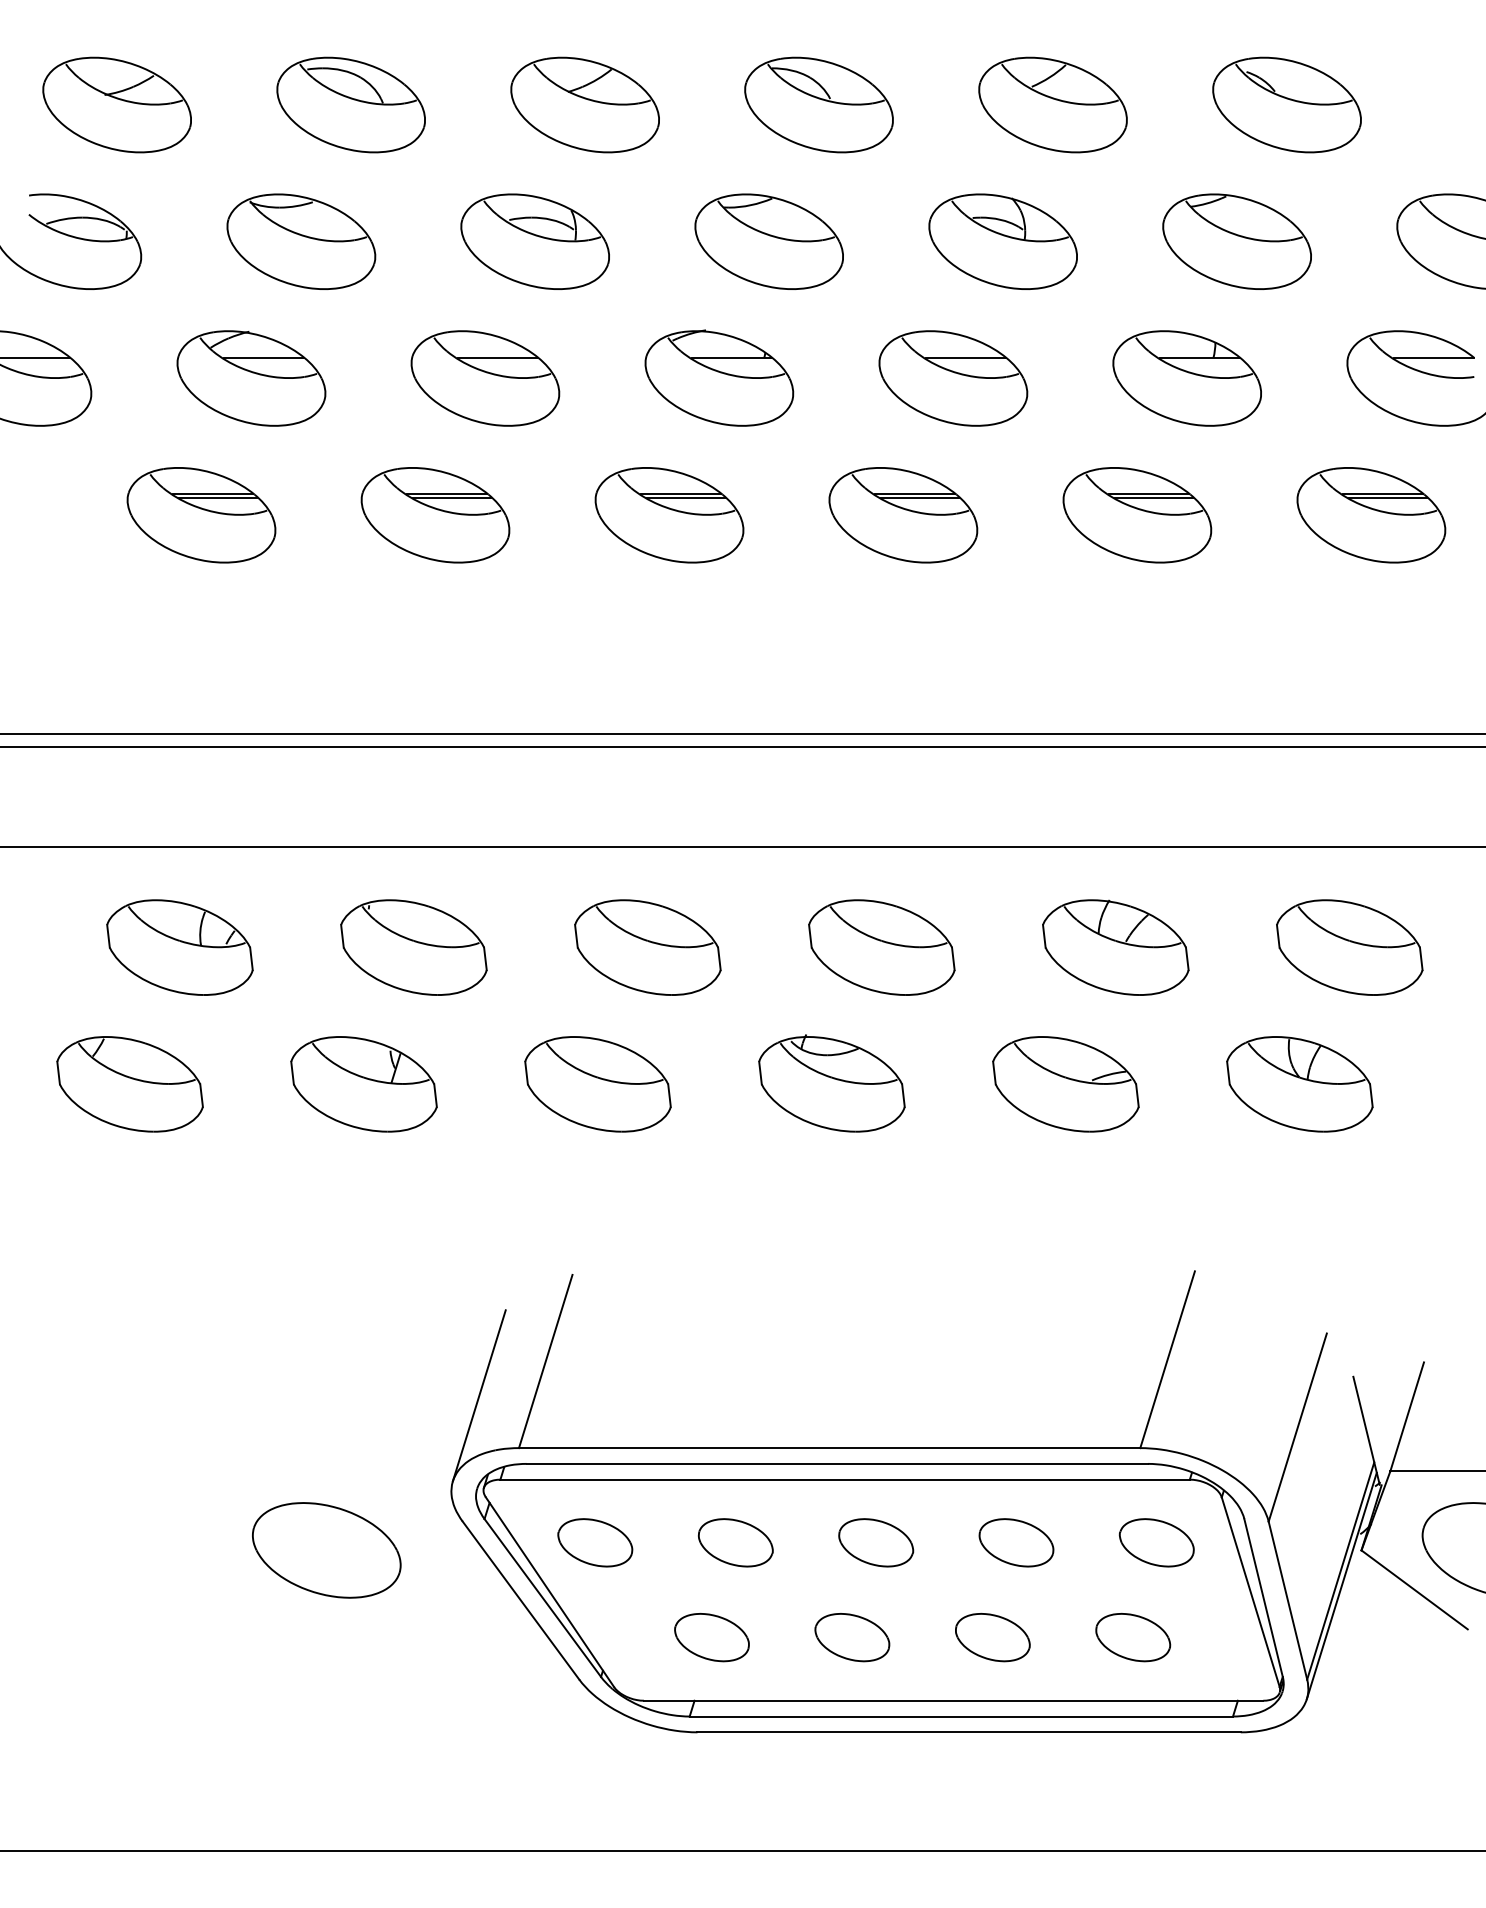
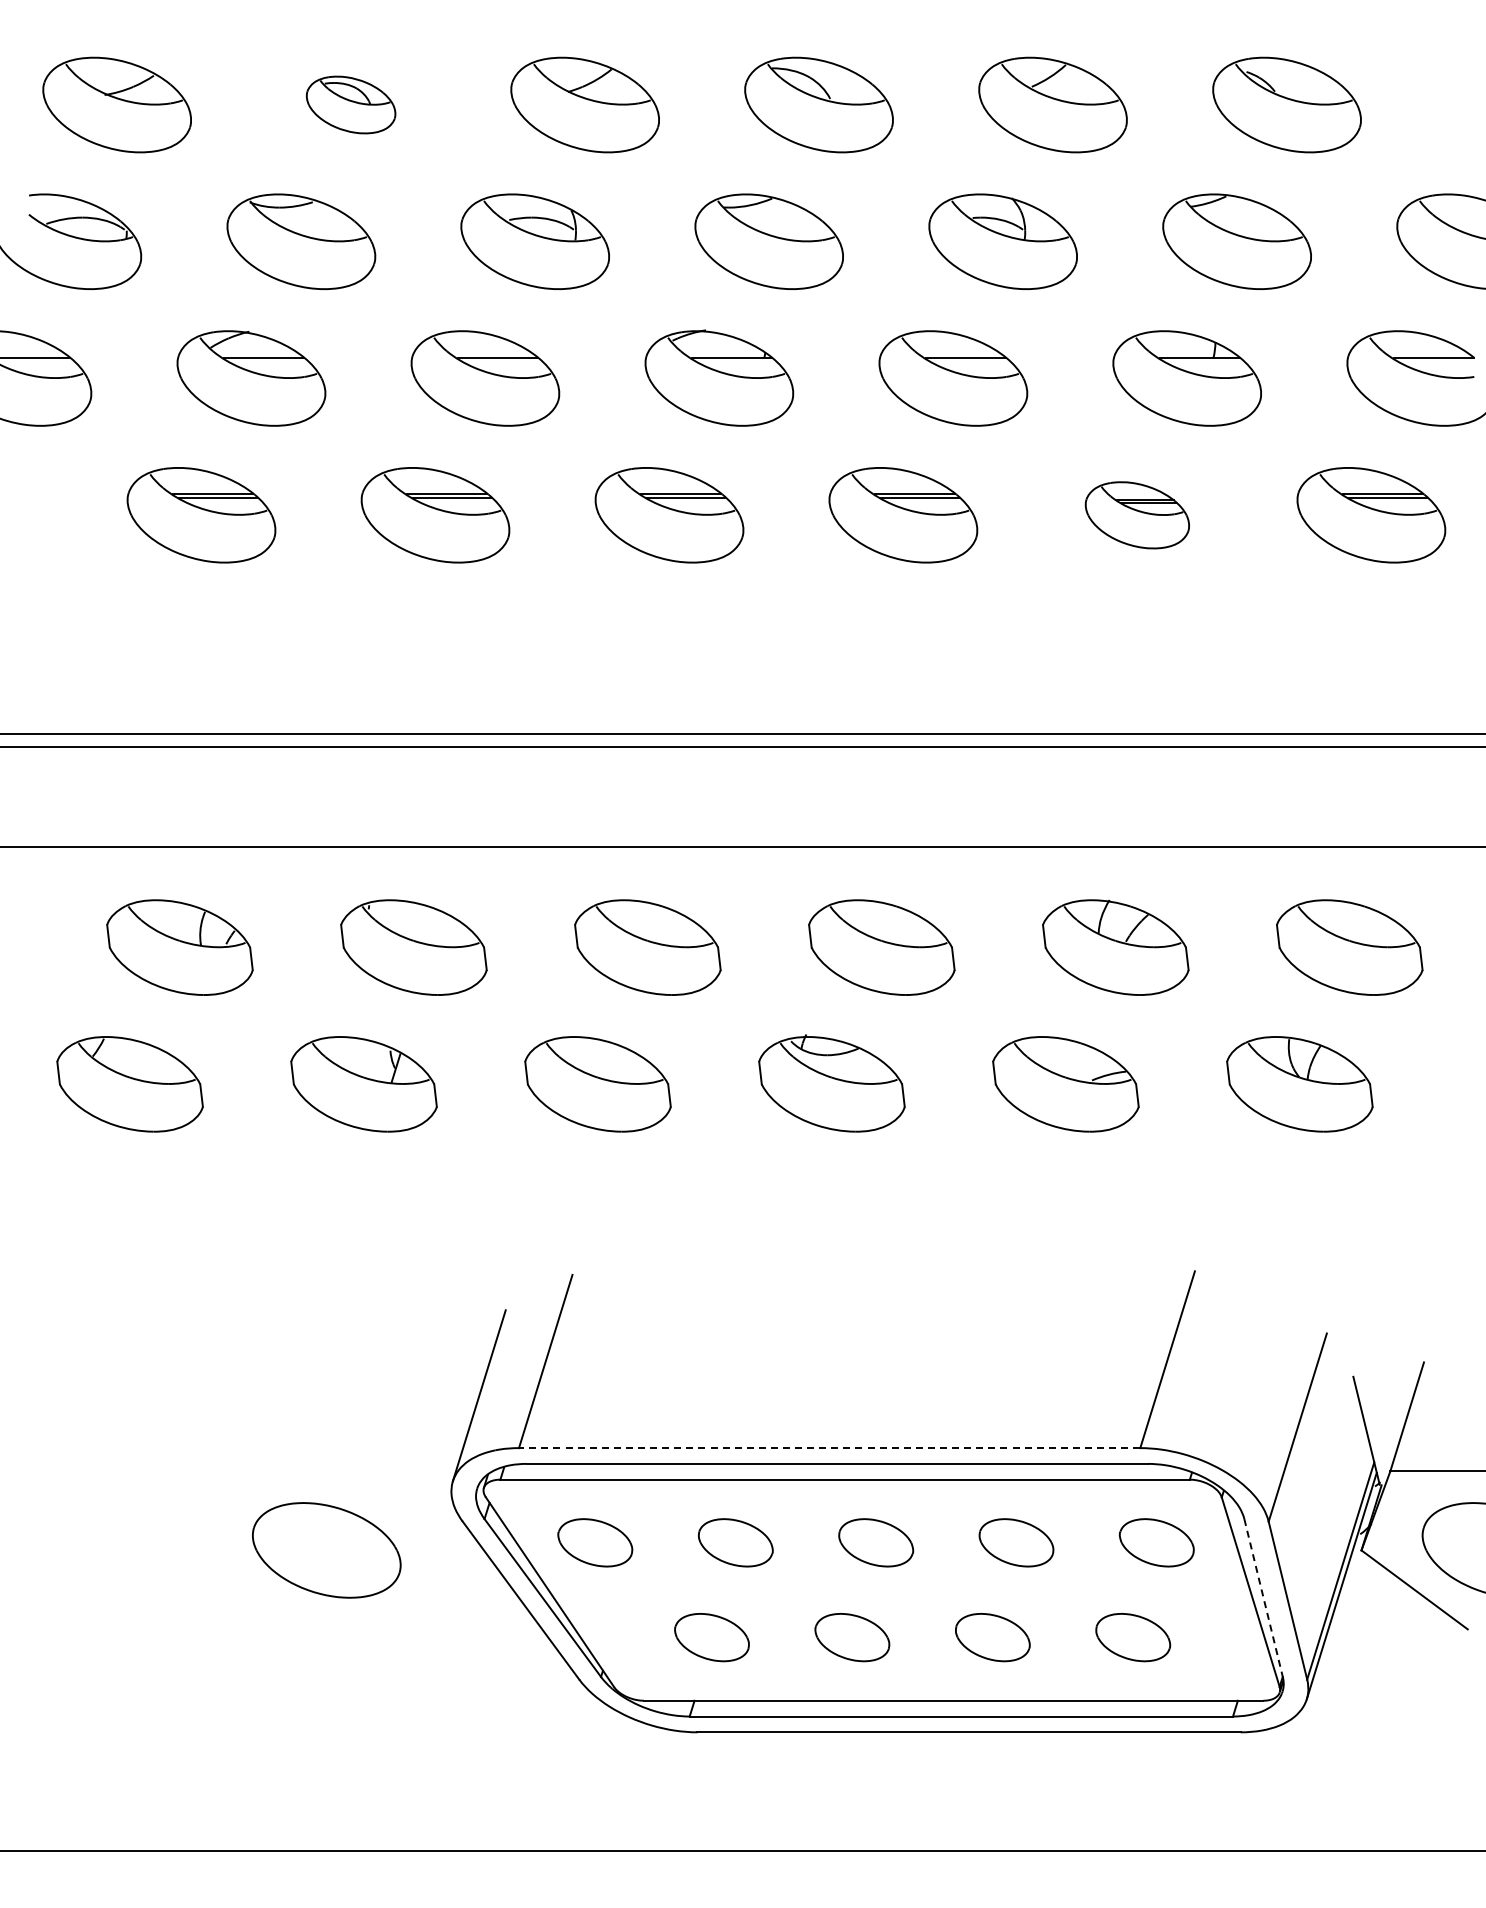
part at (350, 104) size: 150x98 px -> 92x60 px
part at (1137, 515) size: 151x97 px -> 106x69 px
line at (829, 1448): solid -> dashed
line at (1263, 1598): solid -> dashed
